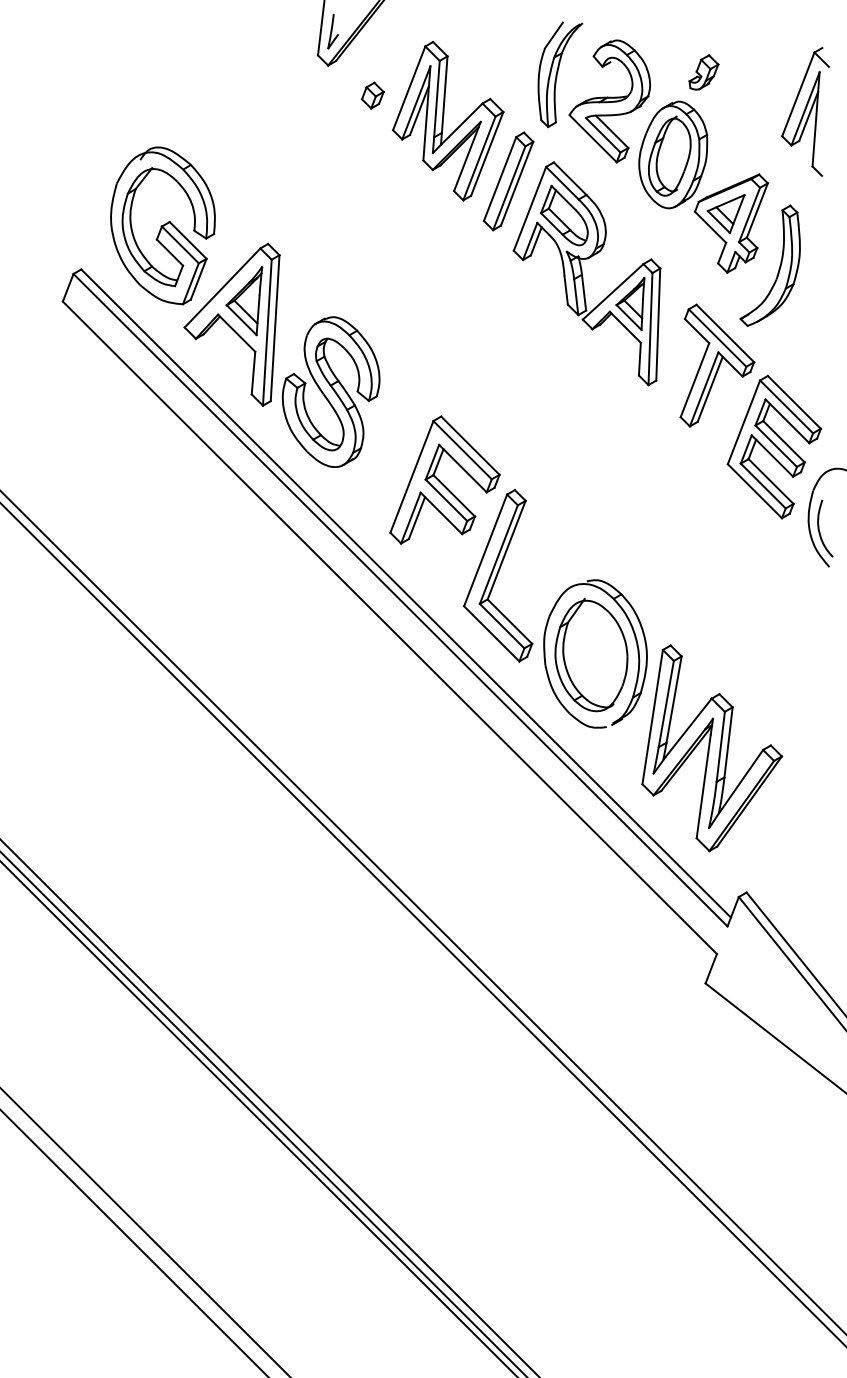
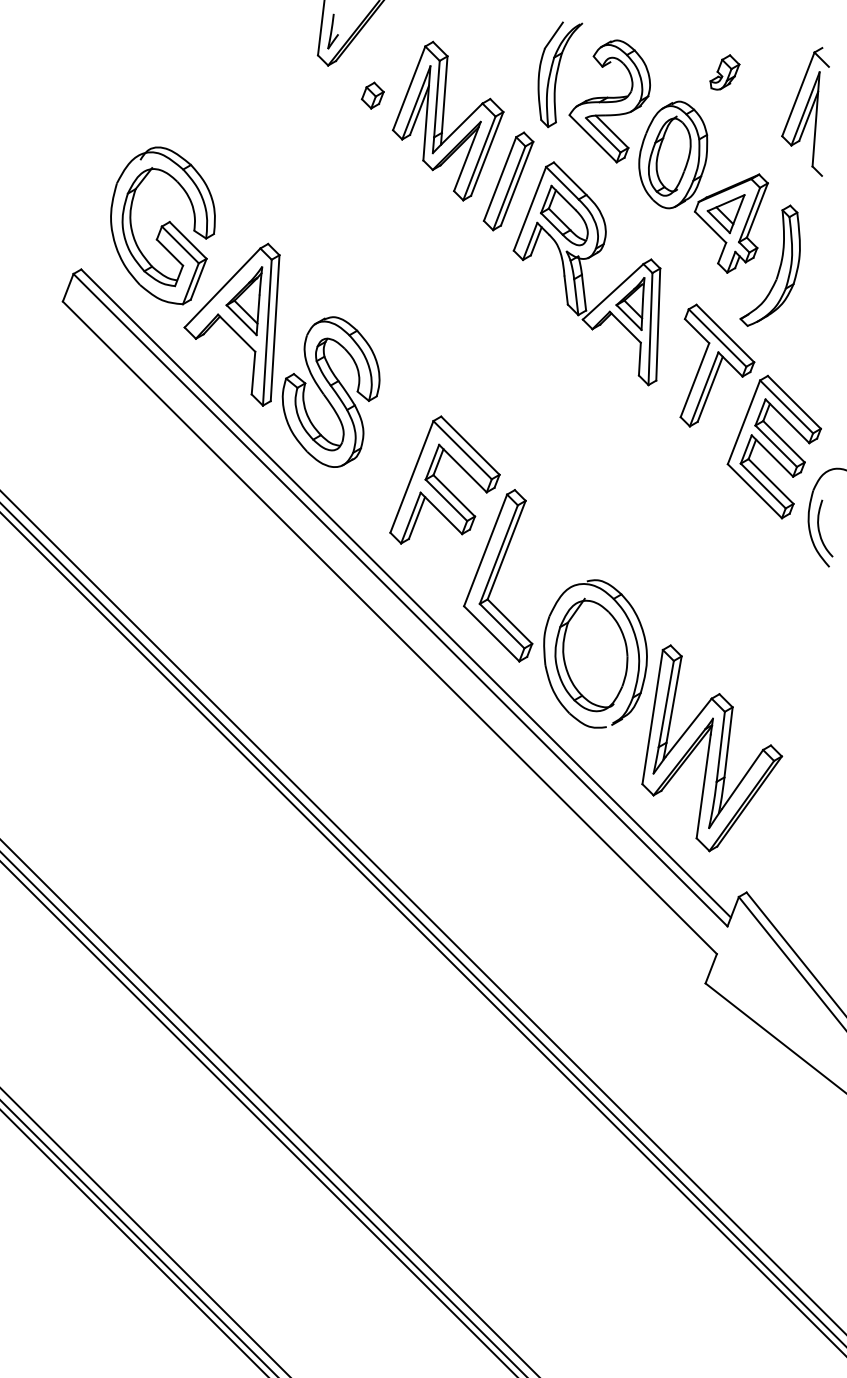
part at (703, 72) position: (703, 72) -> (724, 72)
line at (422, 933): none -> present
line at (138, 1237): none -> present
